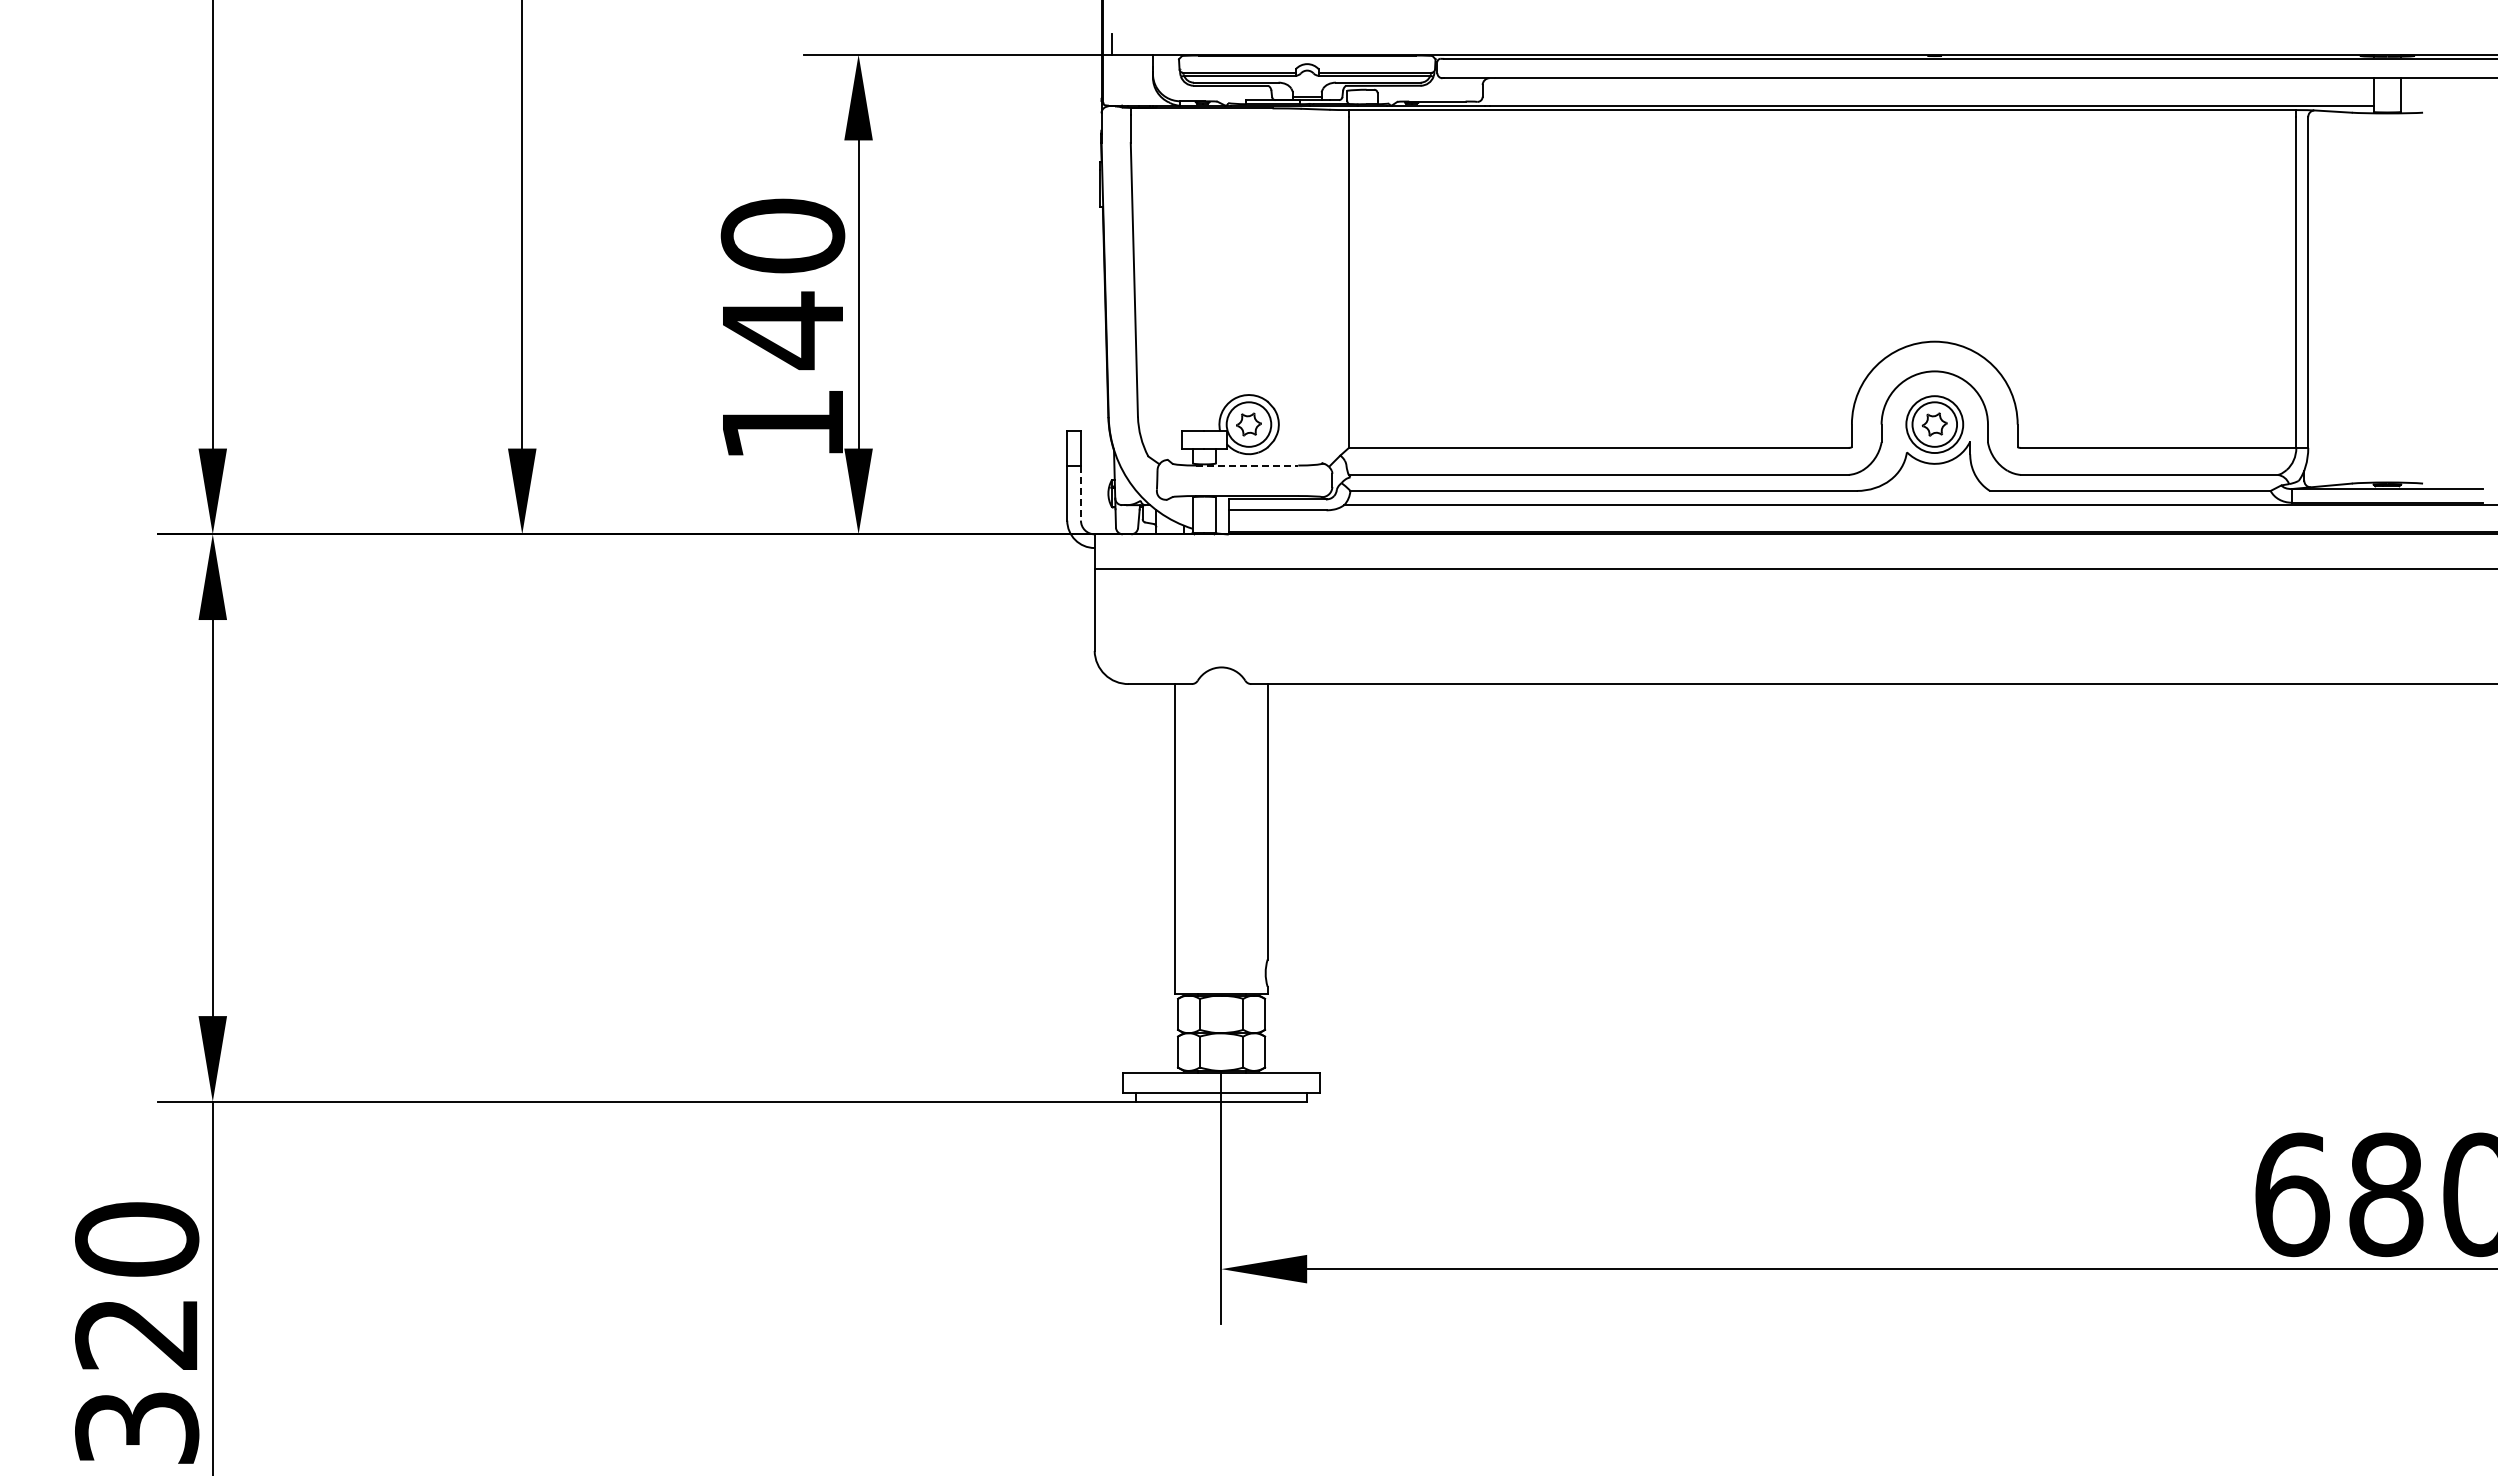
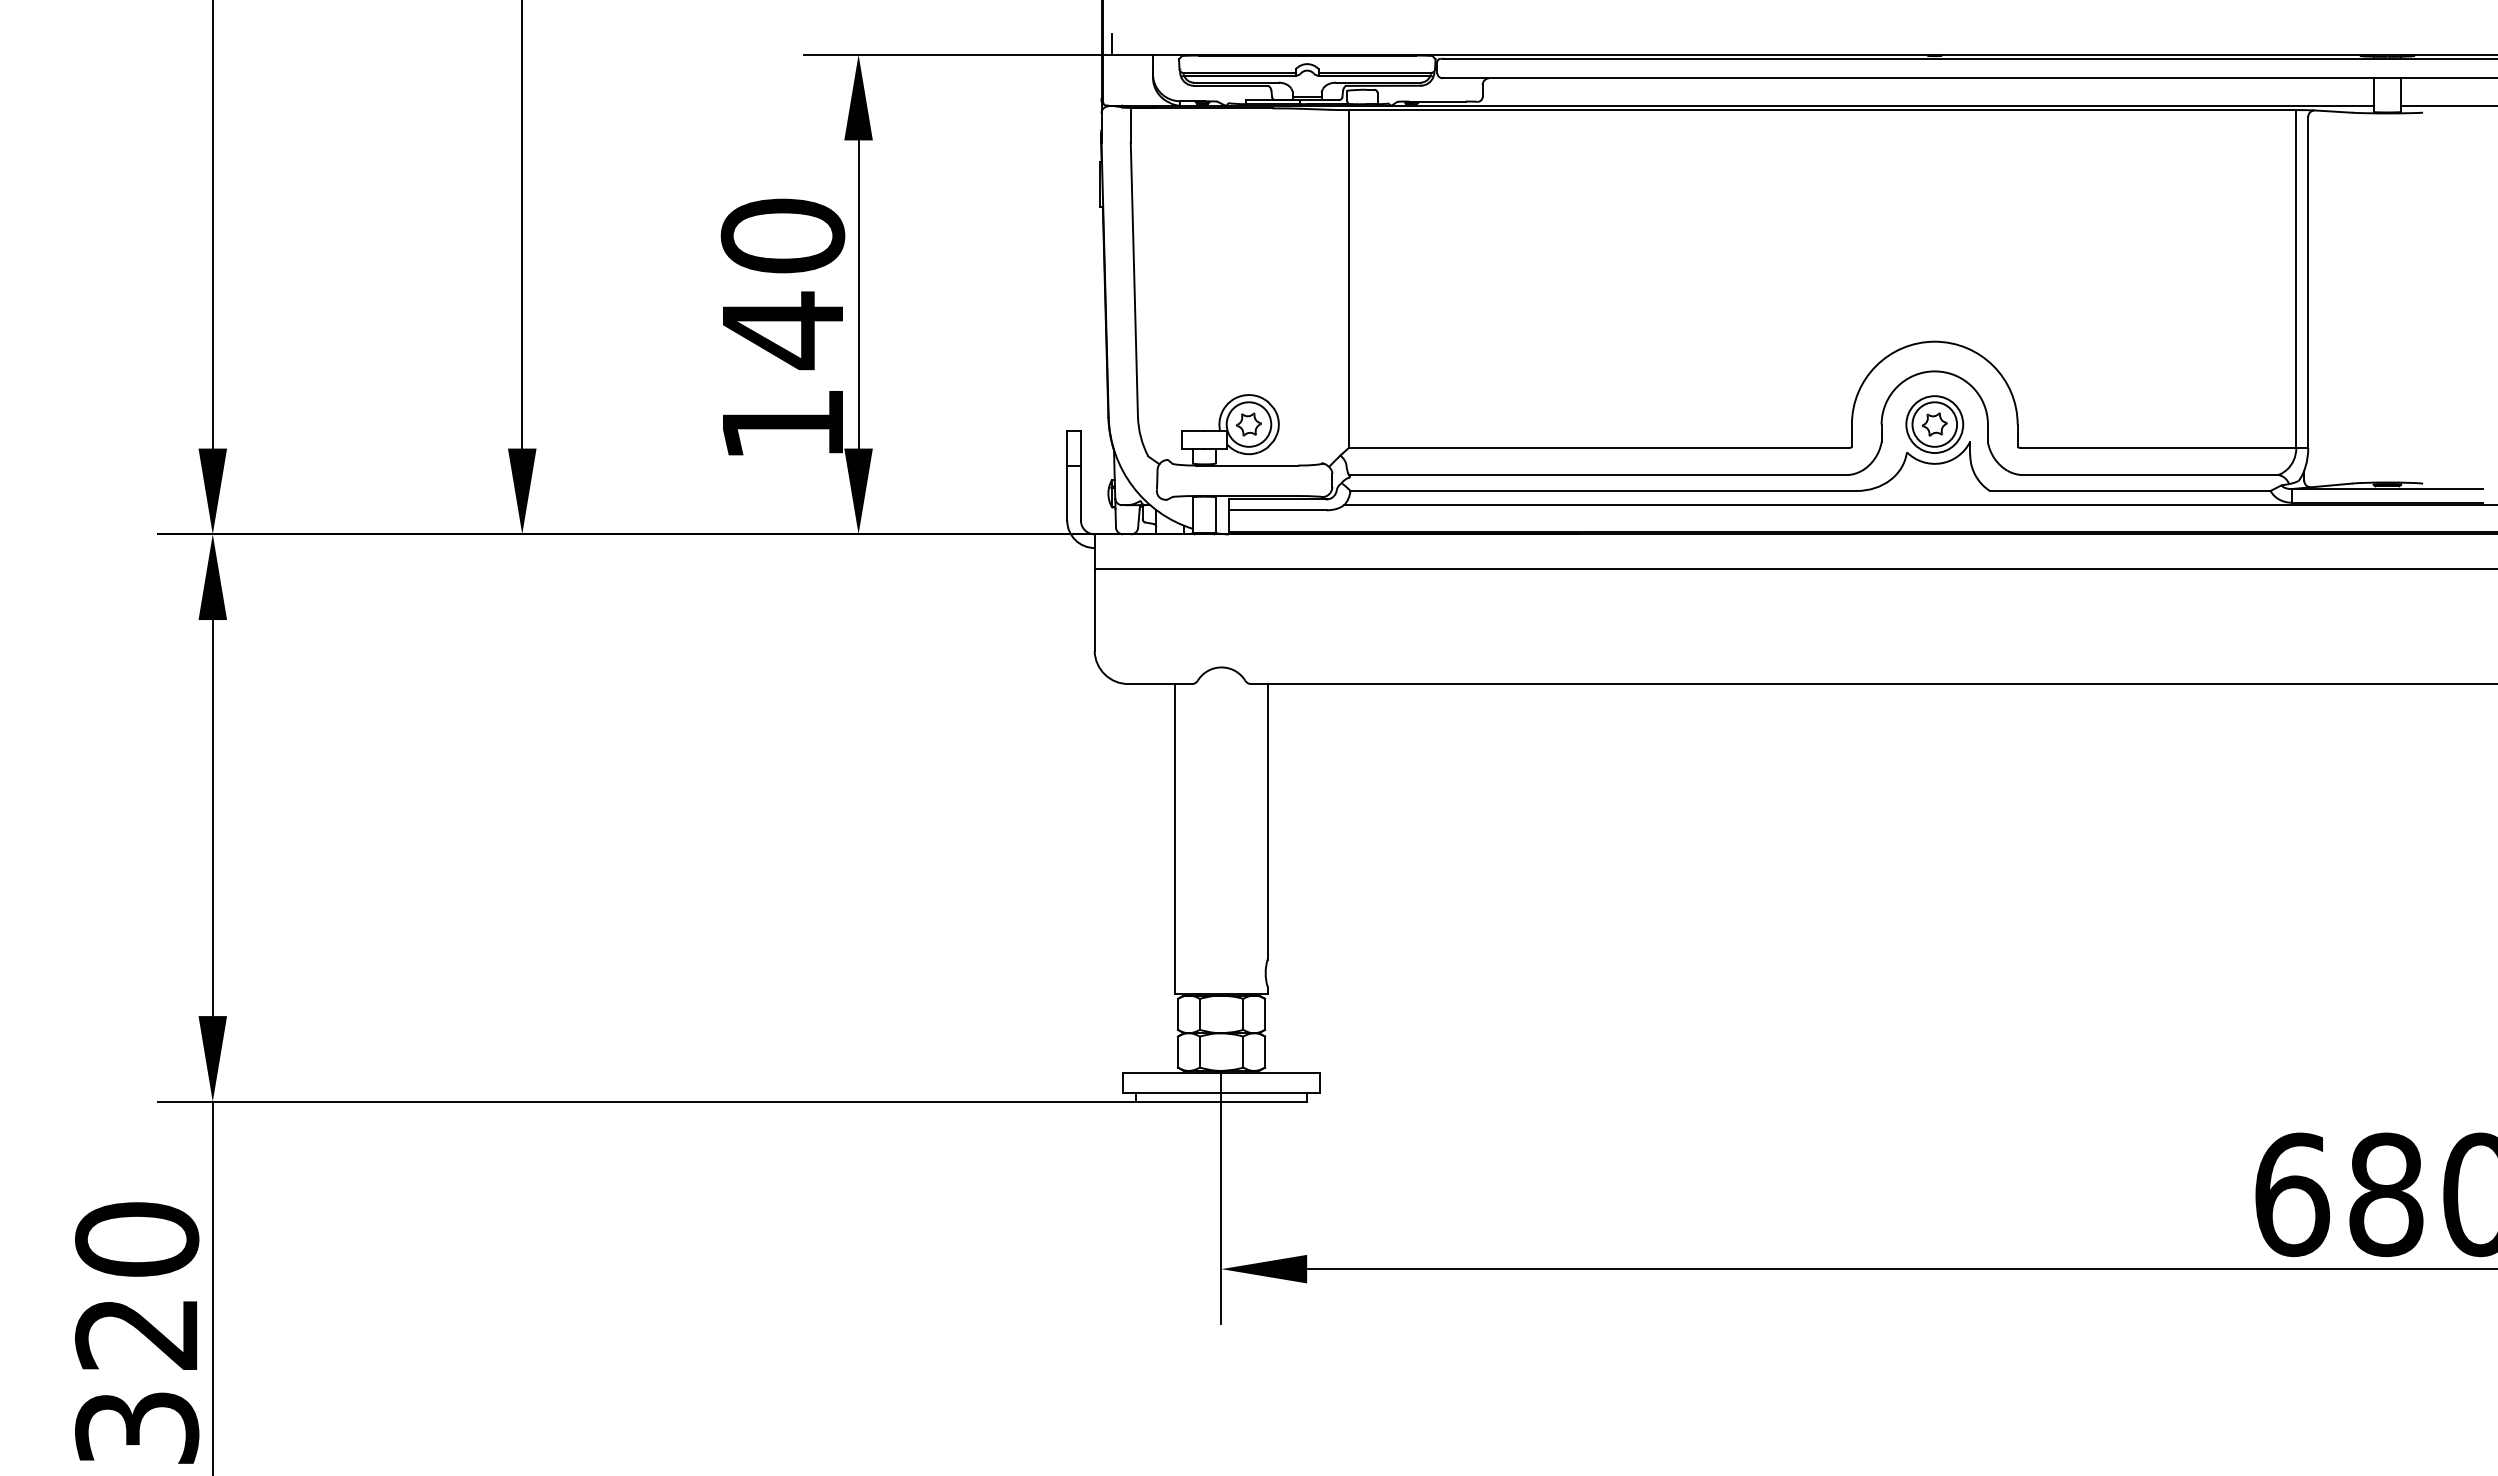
line at (2447, 105): none -> present
line at (1247, 465): dashed -> solid
line at (1080, 493): dashed -> solid
